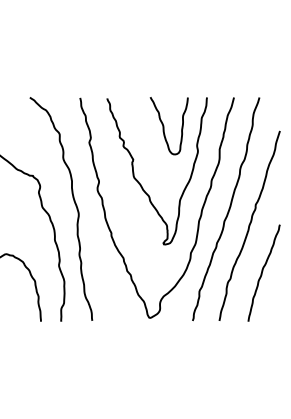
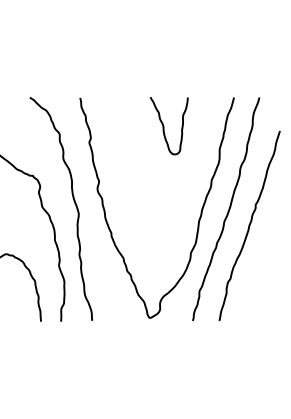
curve at (141, 184): present -> none
curve at (263, 271): present -> none
